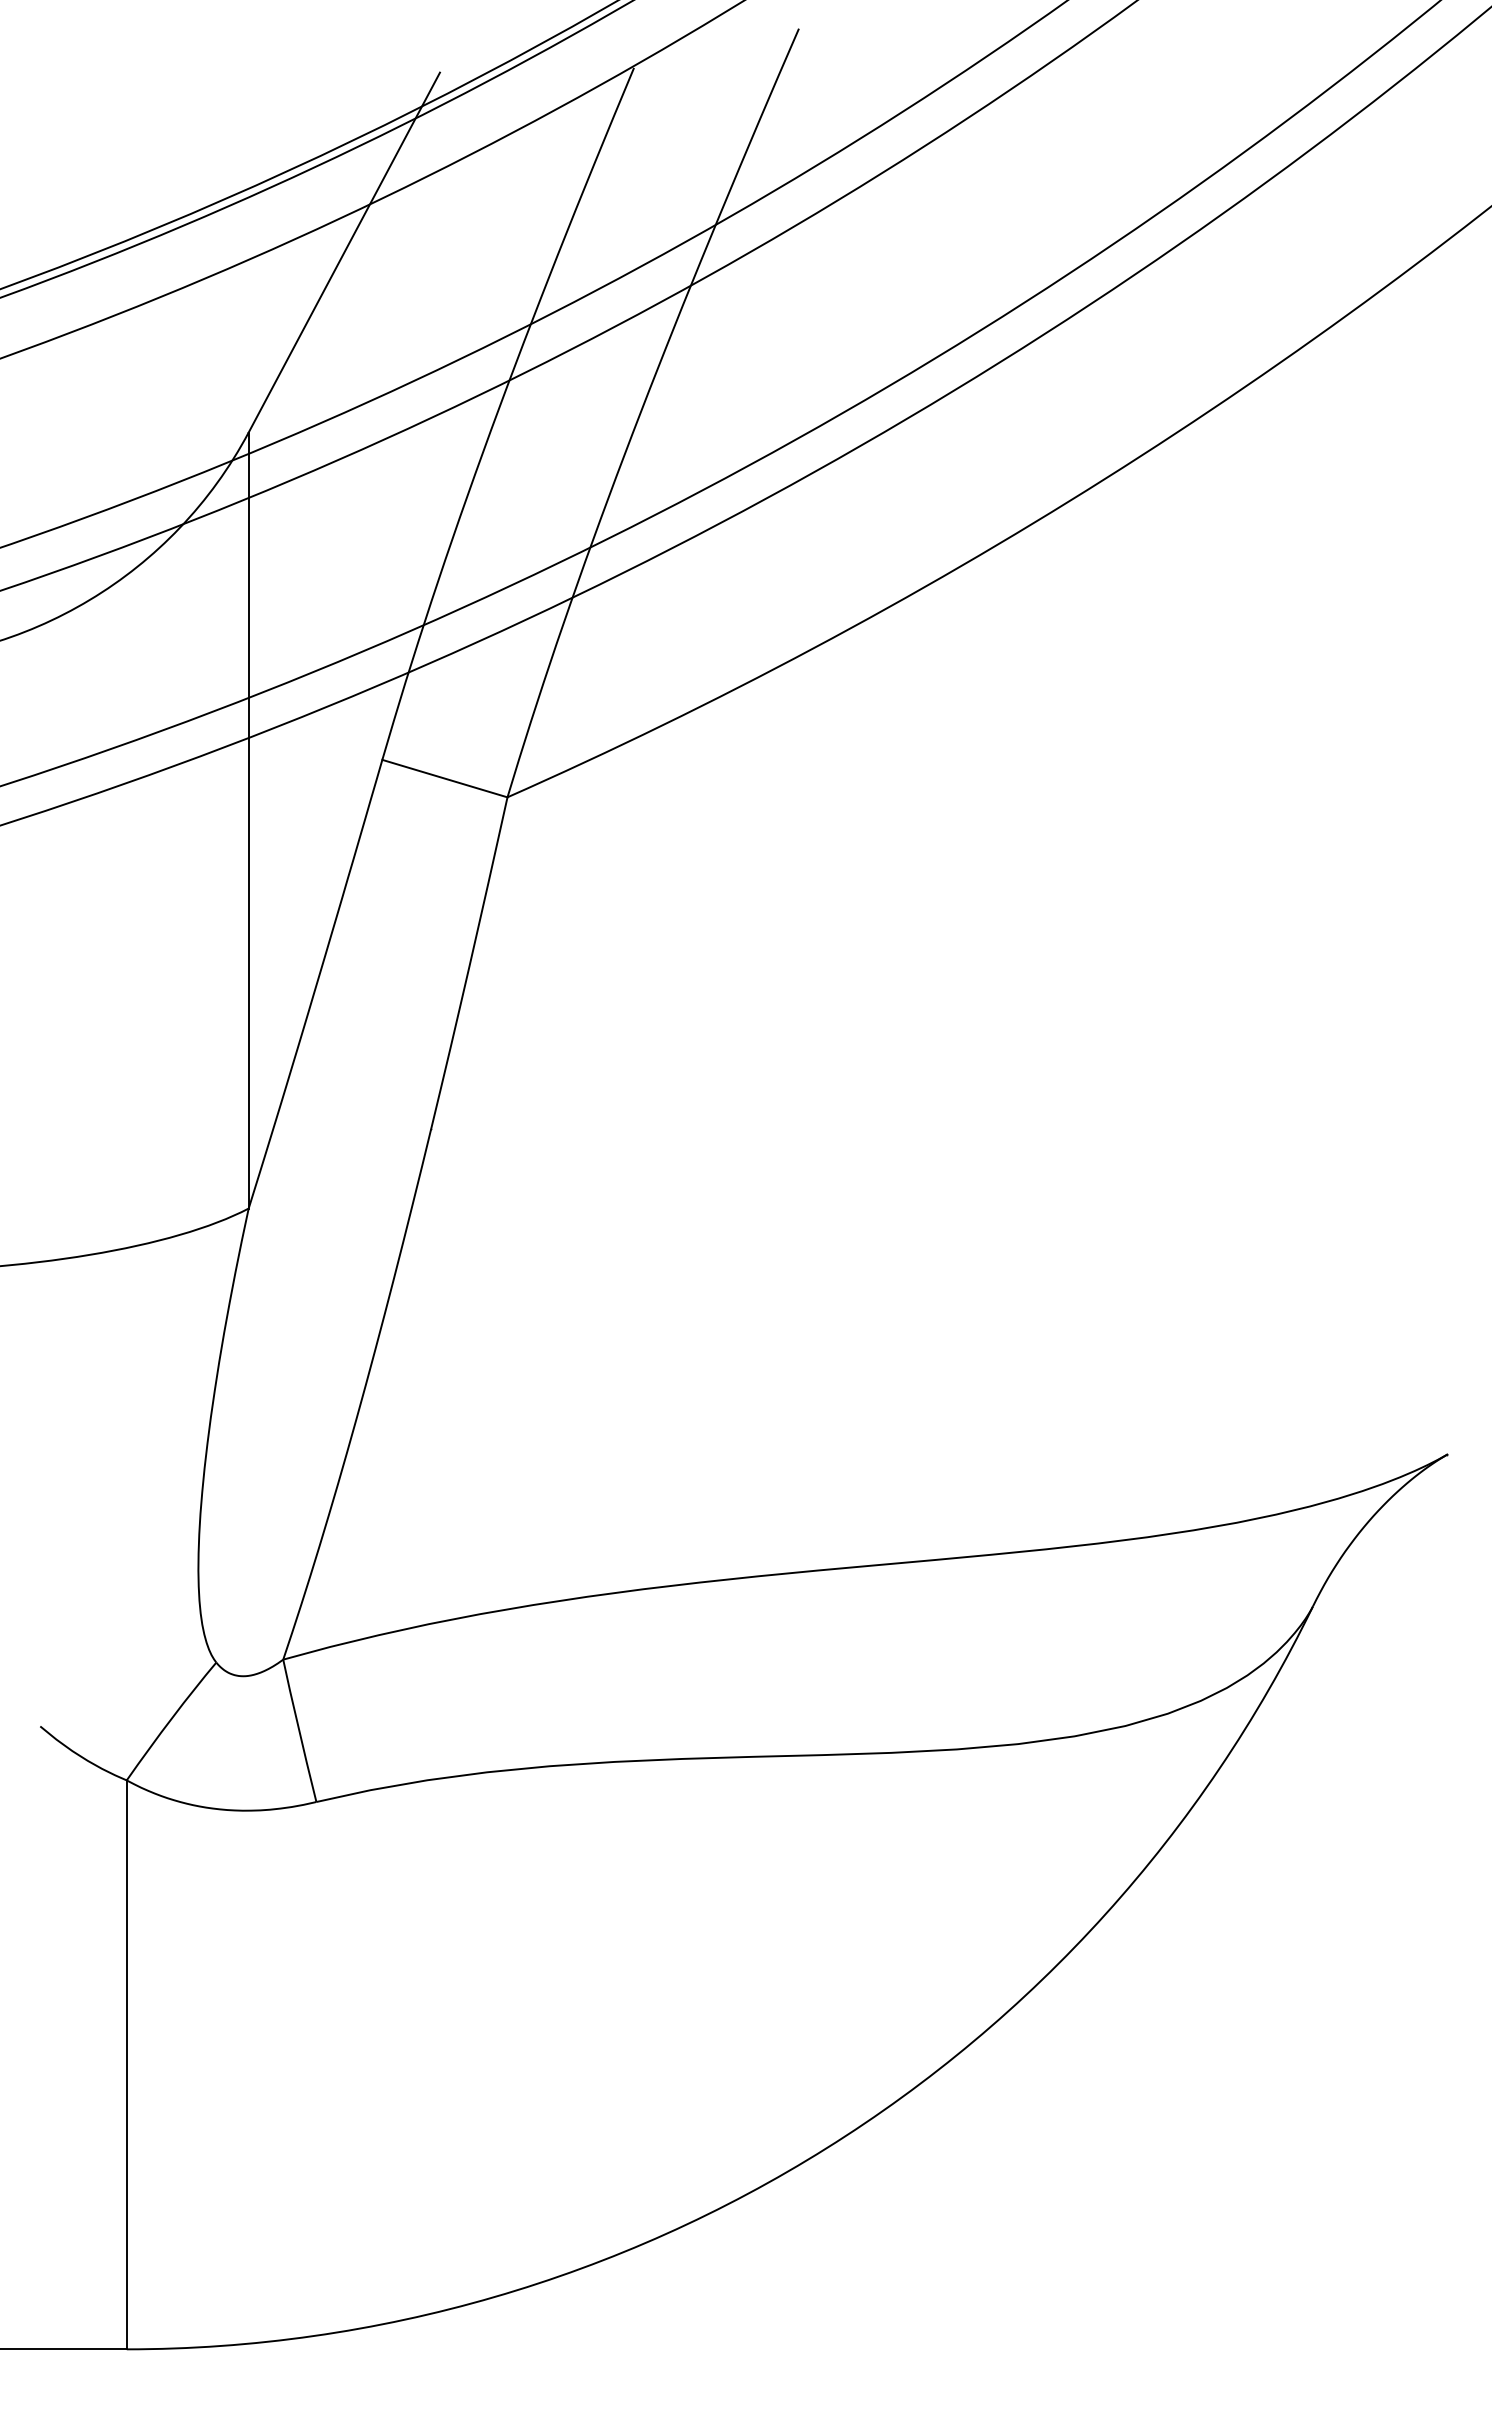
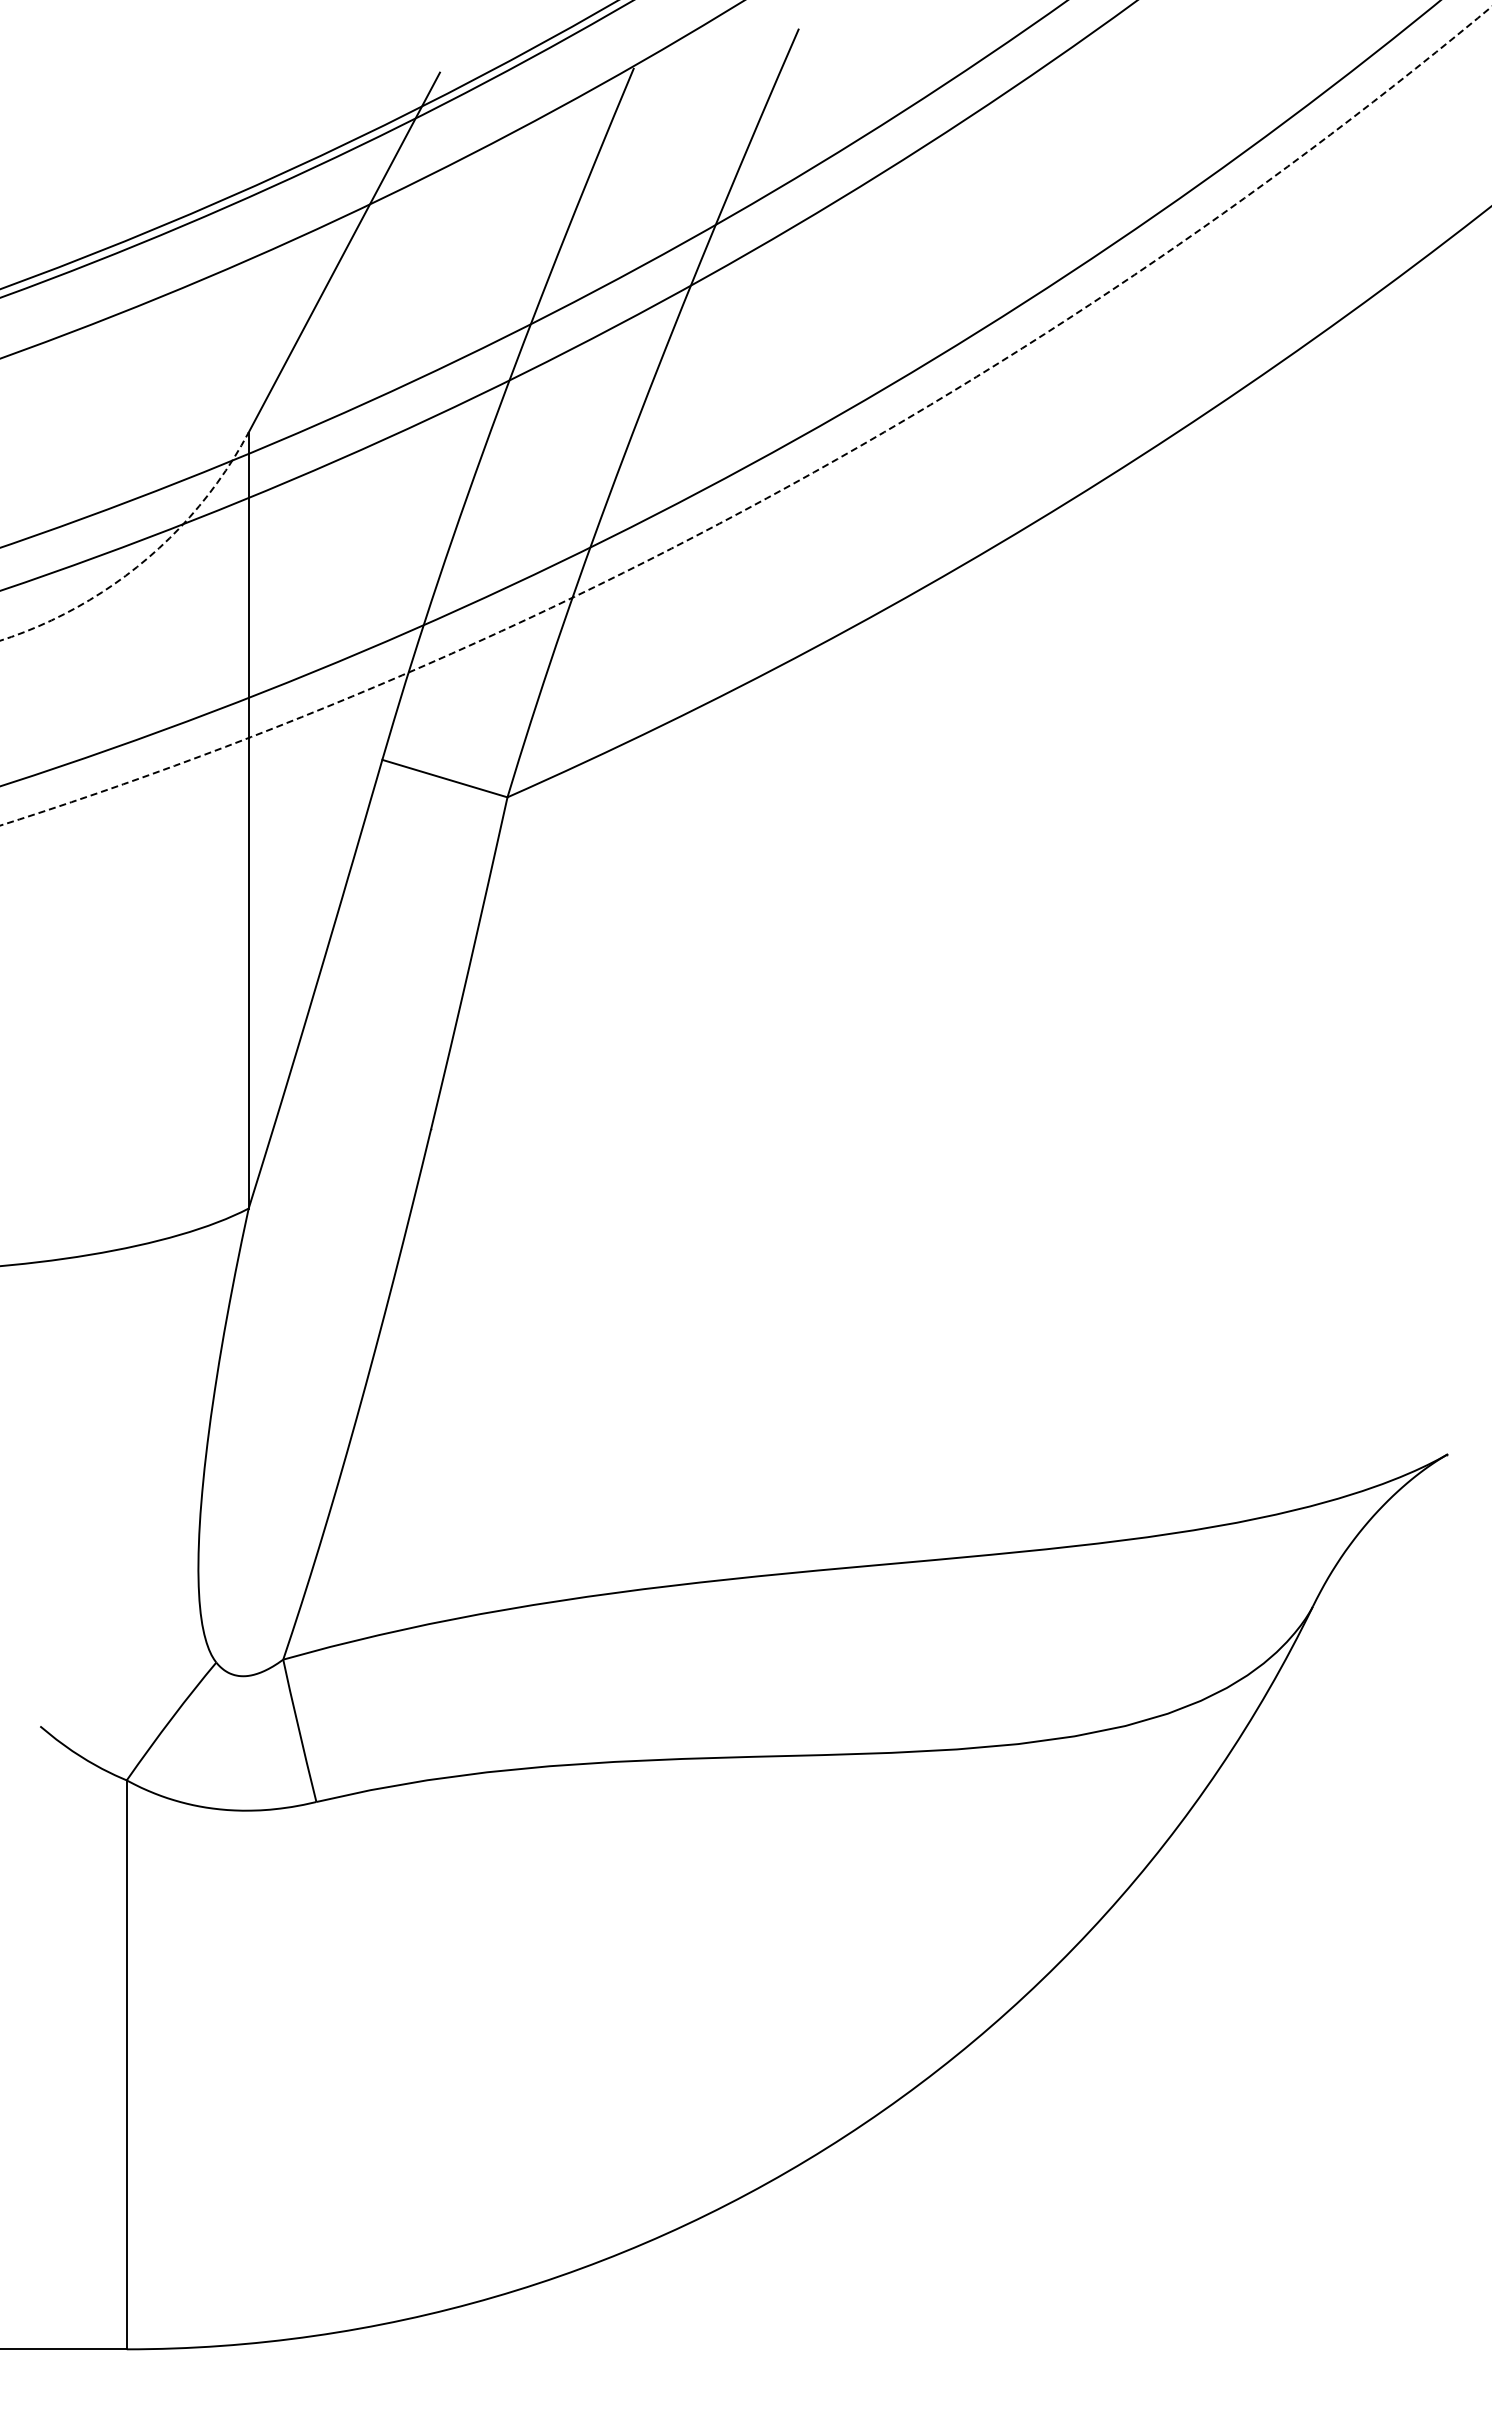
circle at (745, 415): solid -> dashed
arc at (143, 561): solid -> dashed
